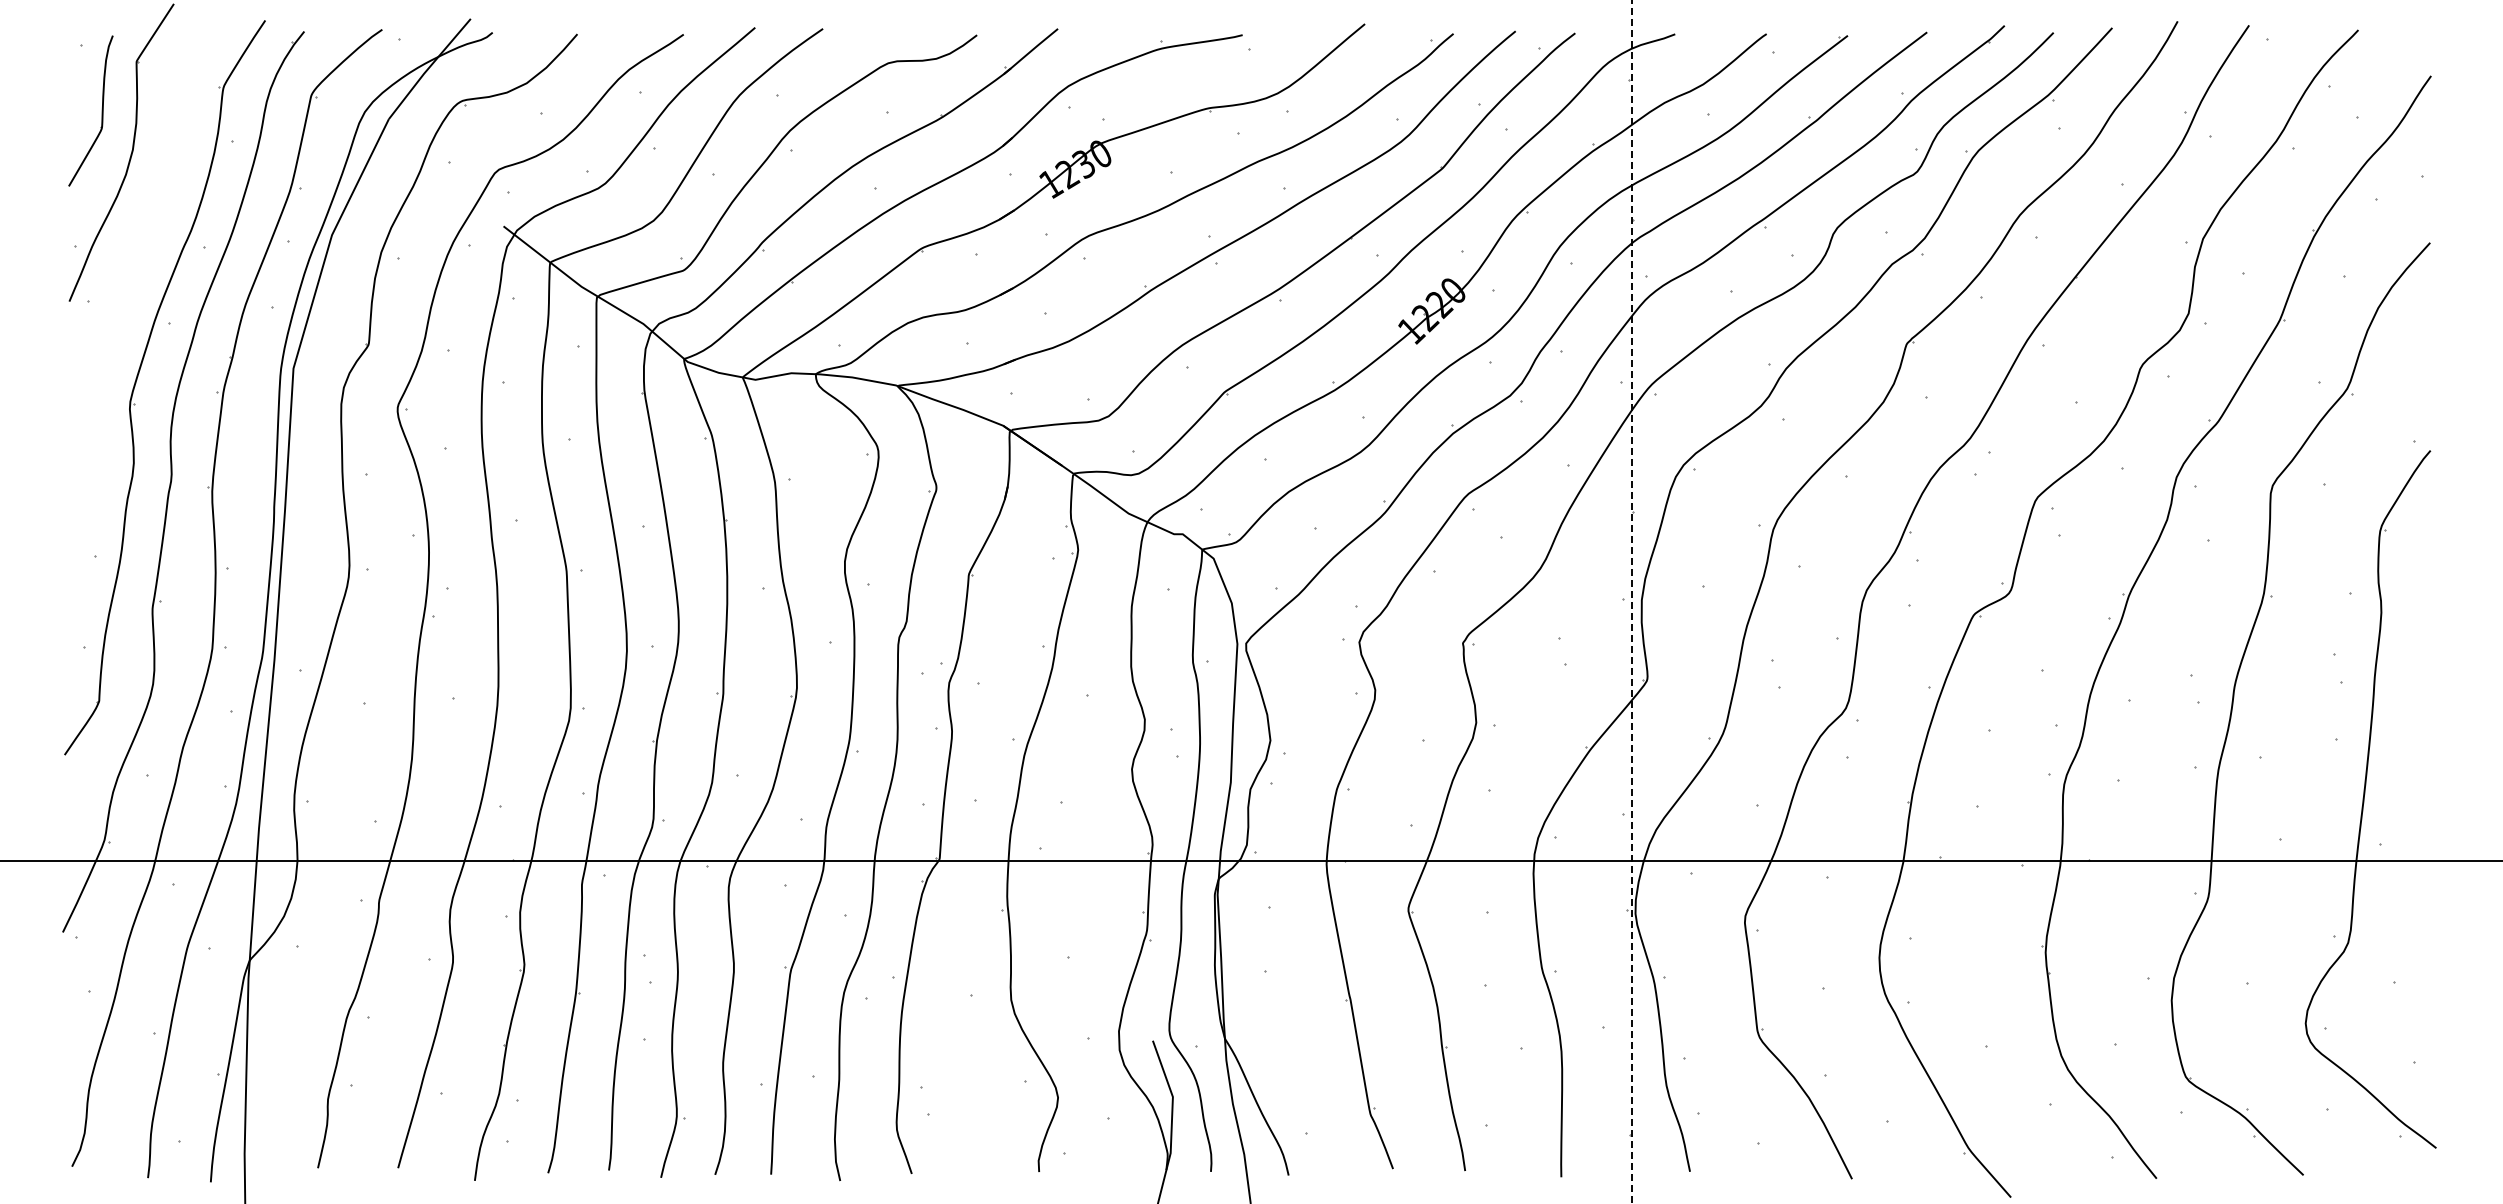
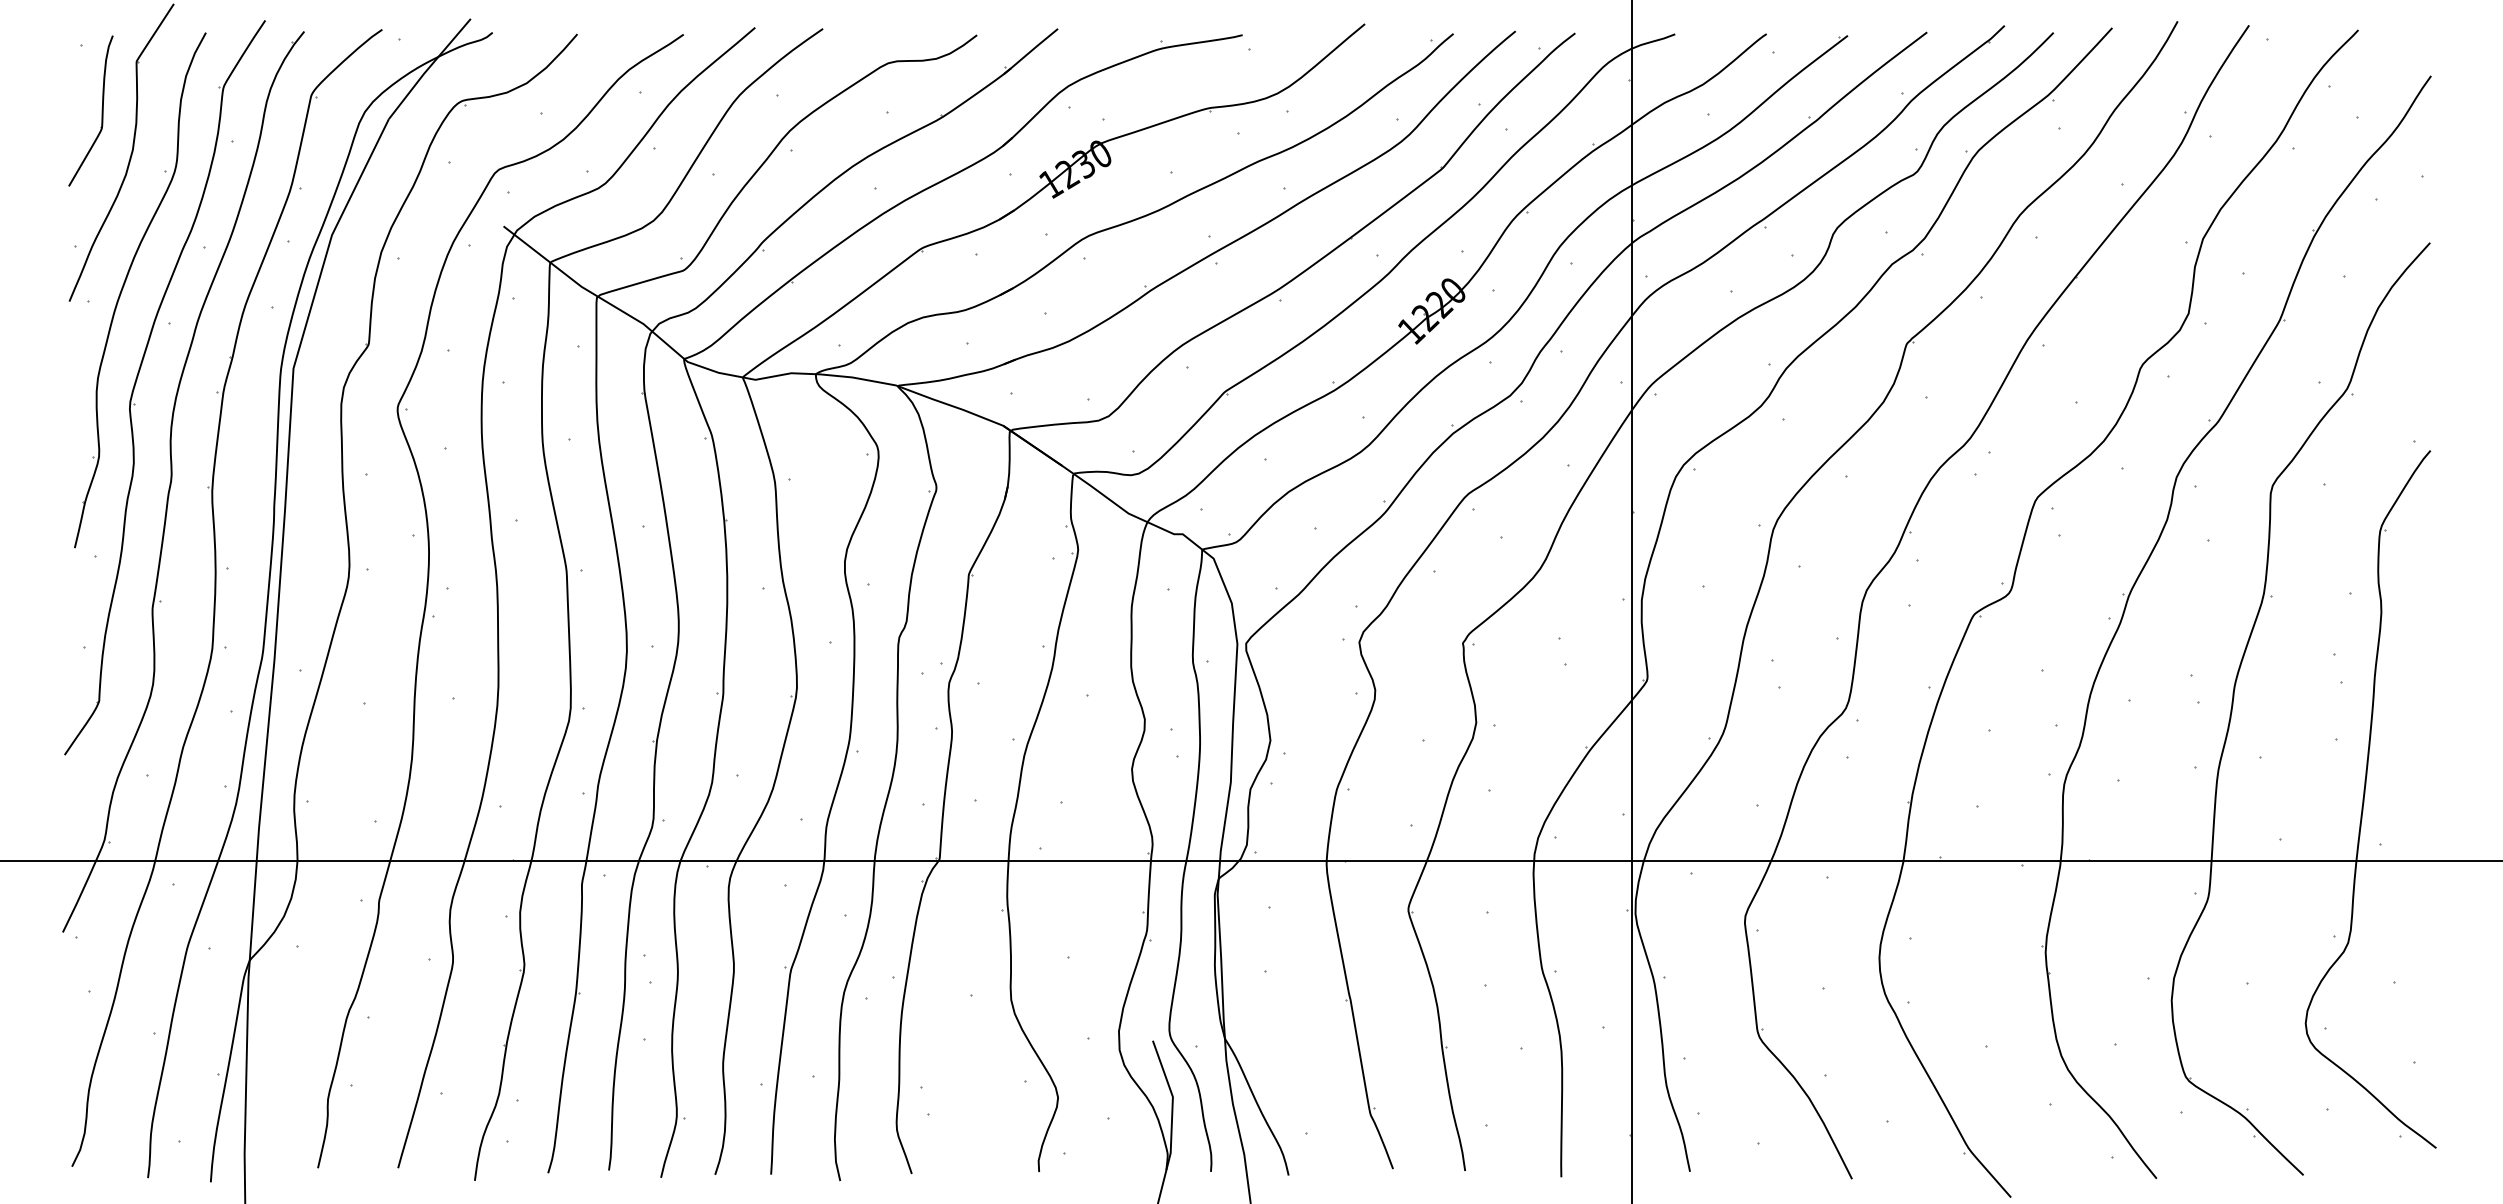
part at (124, 286): none -> present
line at (1632, 602): dashed -> solid
